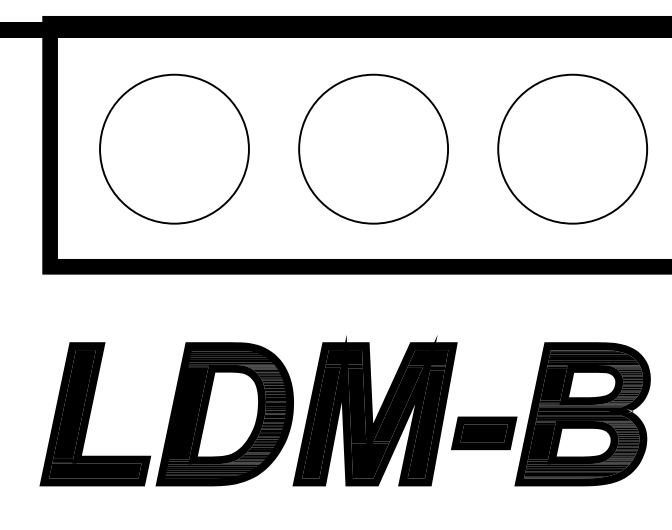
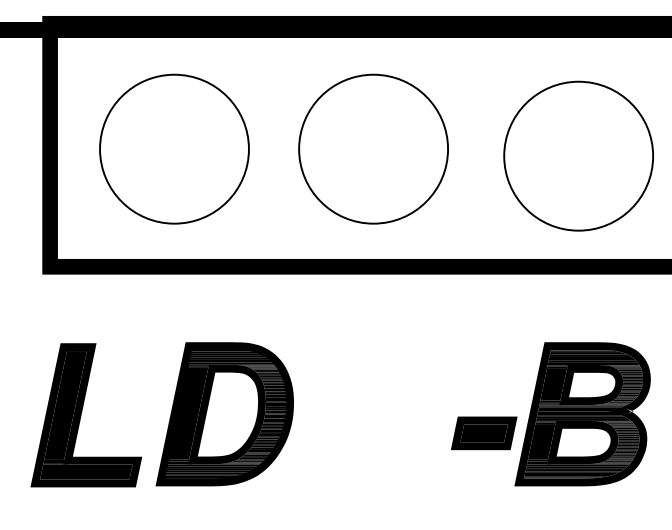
part at (572, 148) position: (572, 148) -> (578, 155)
part at (374, 410): present -> none
part at (95, 414) position: (95, 414) -> (86, 415)
